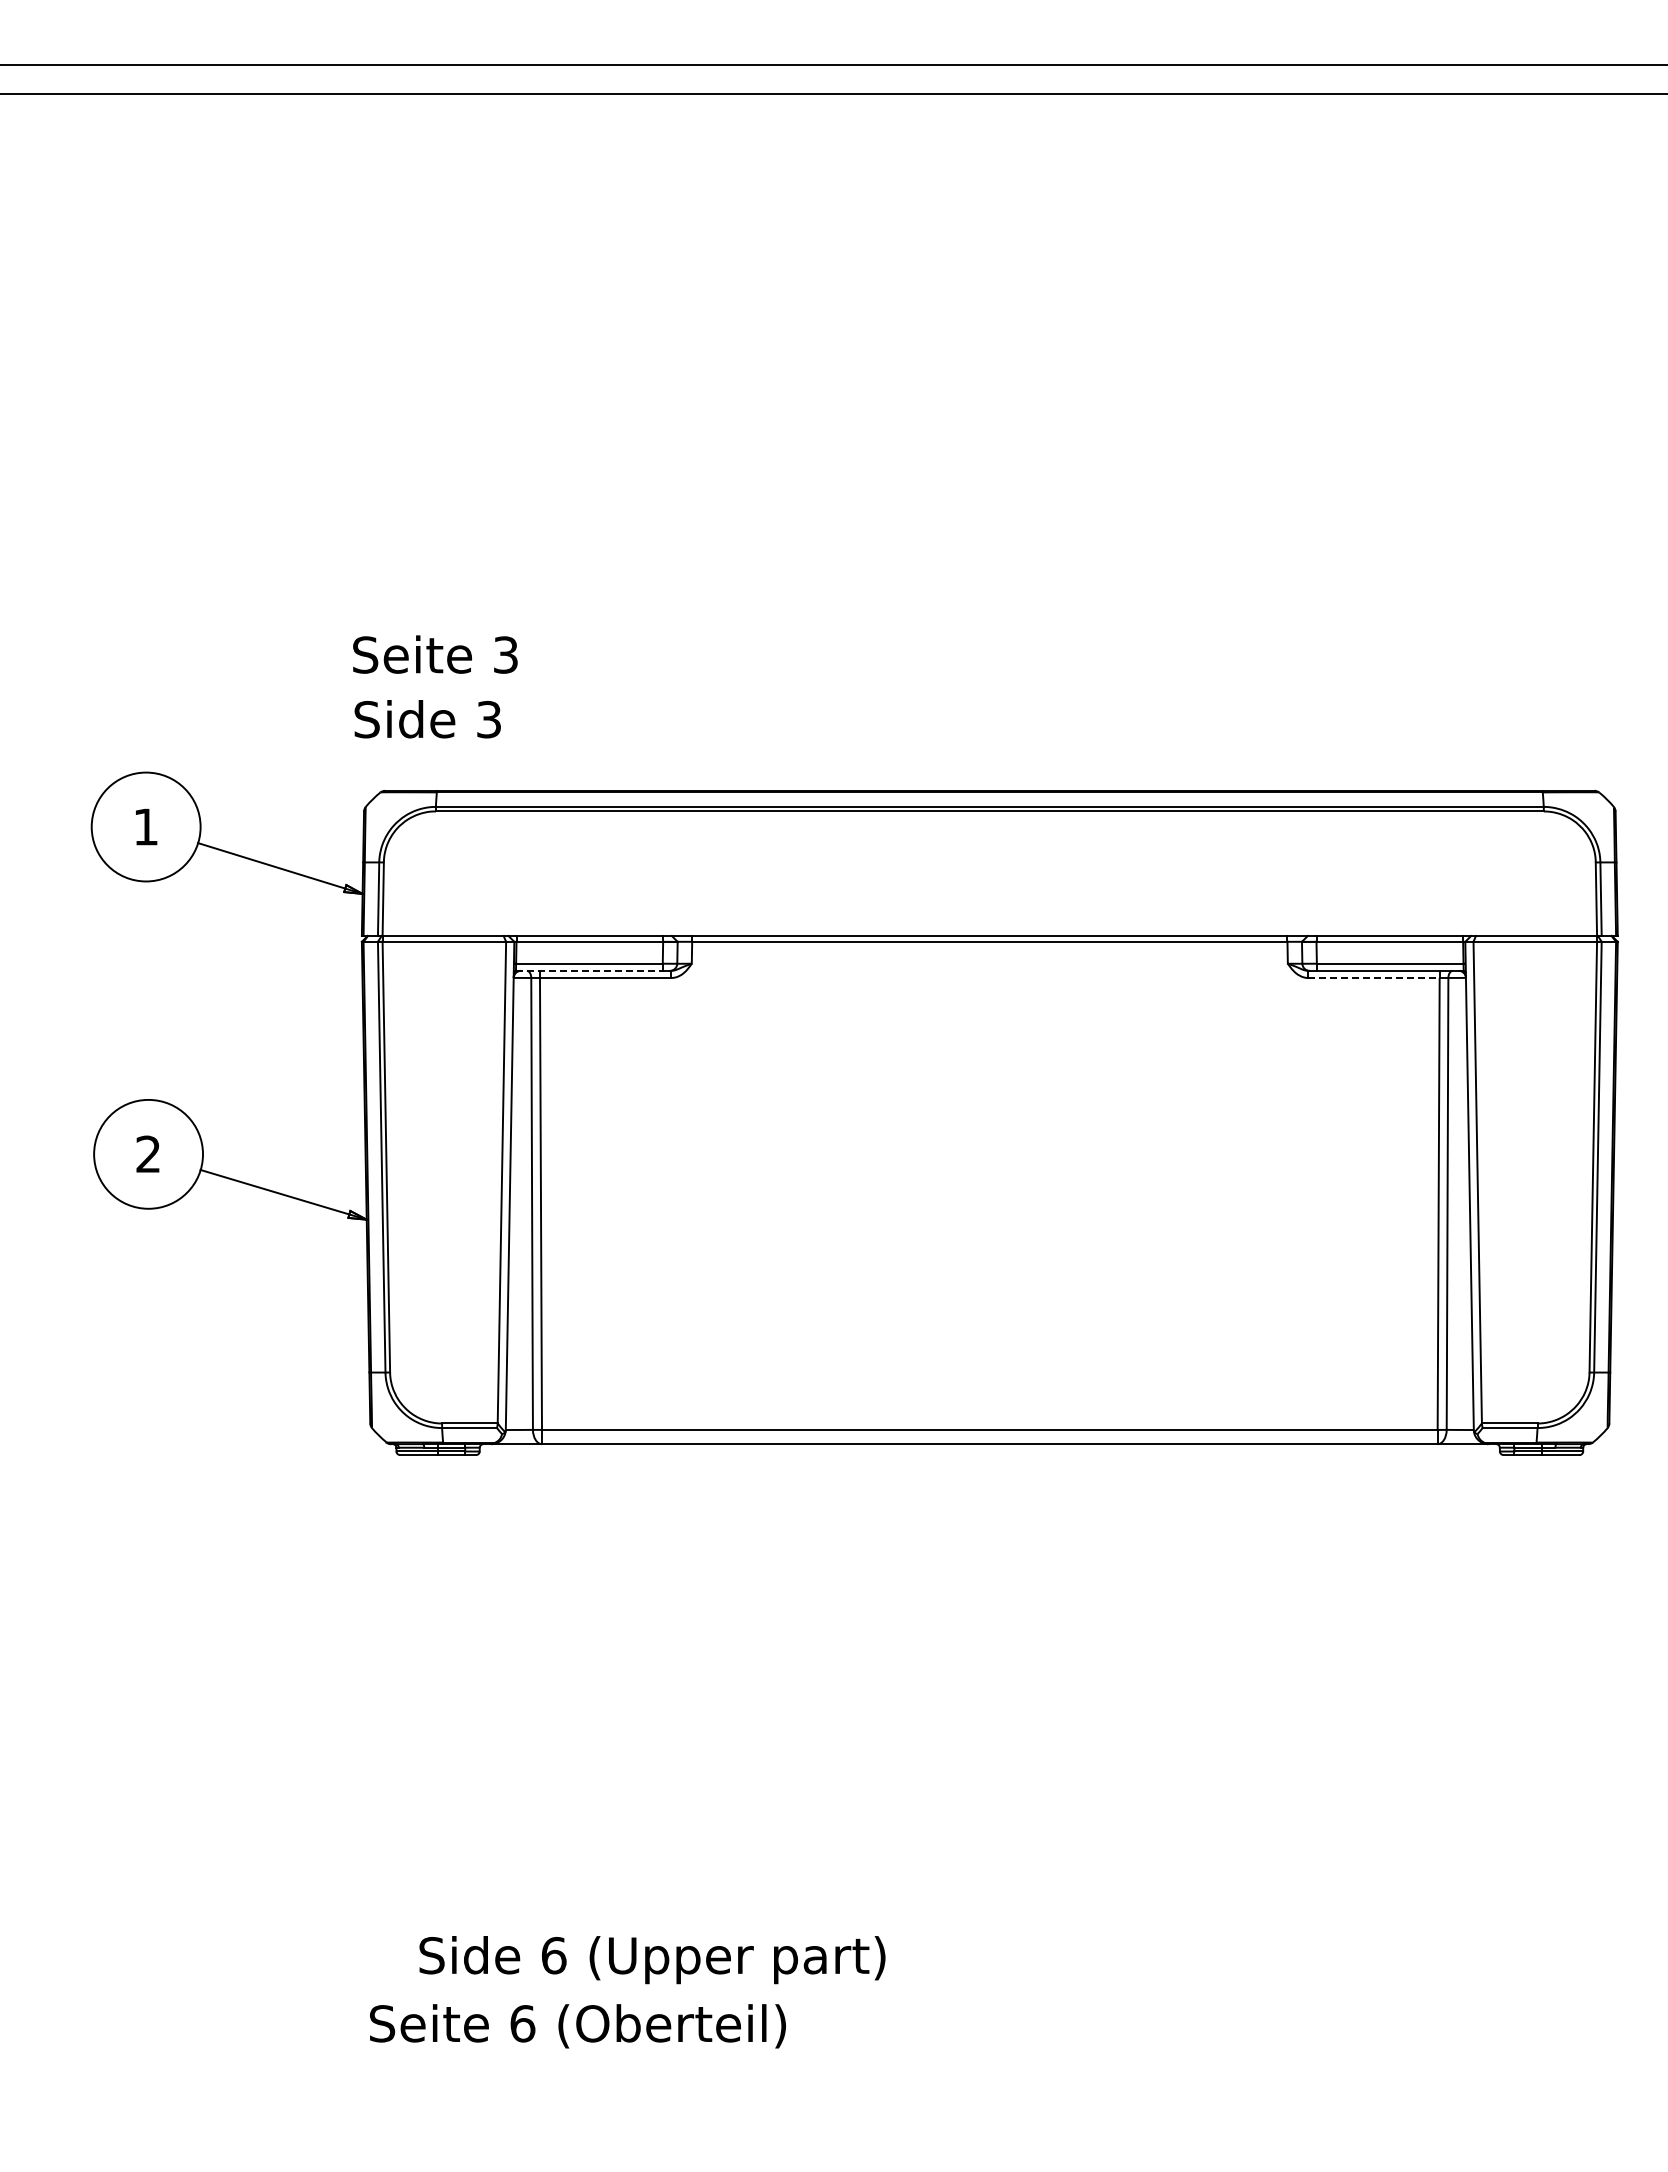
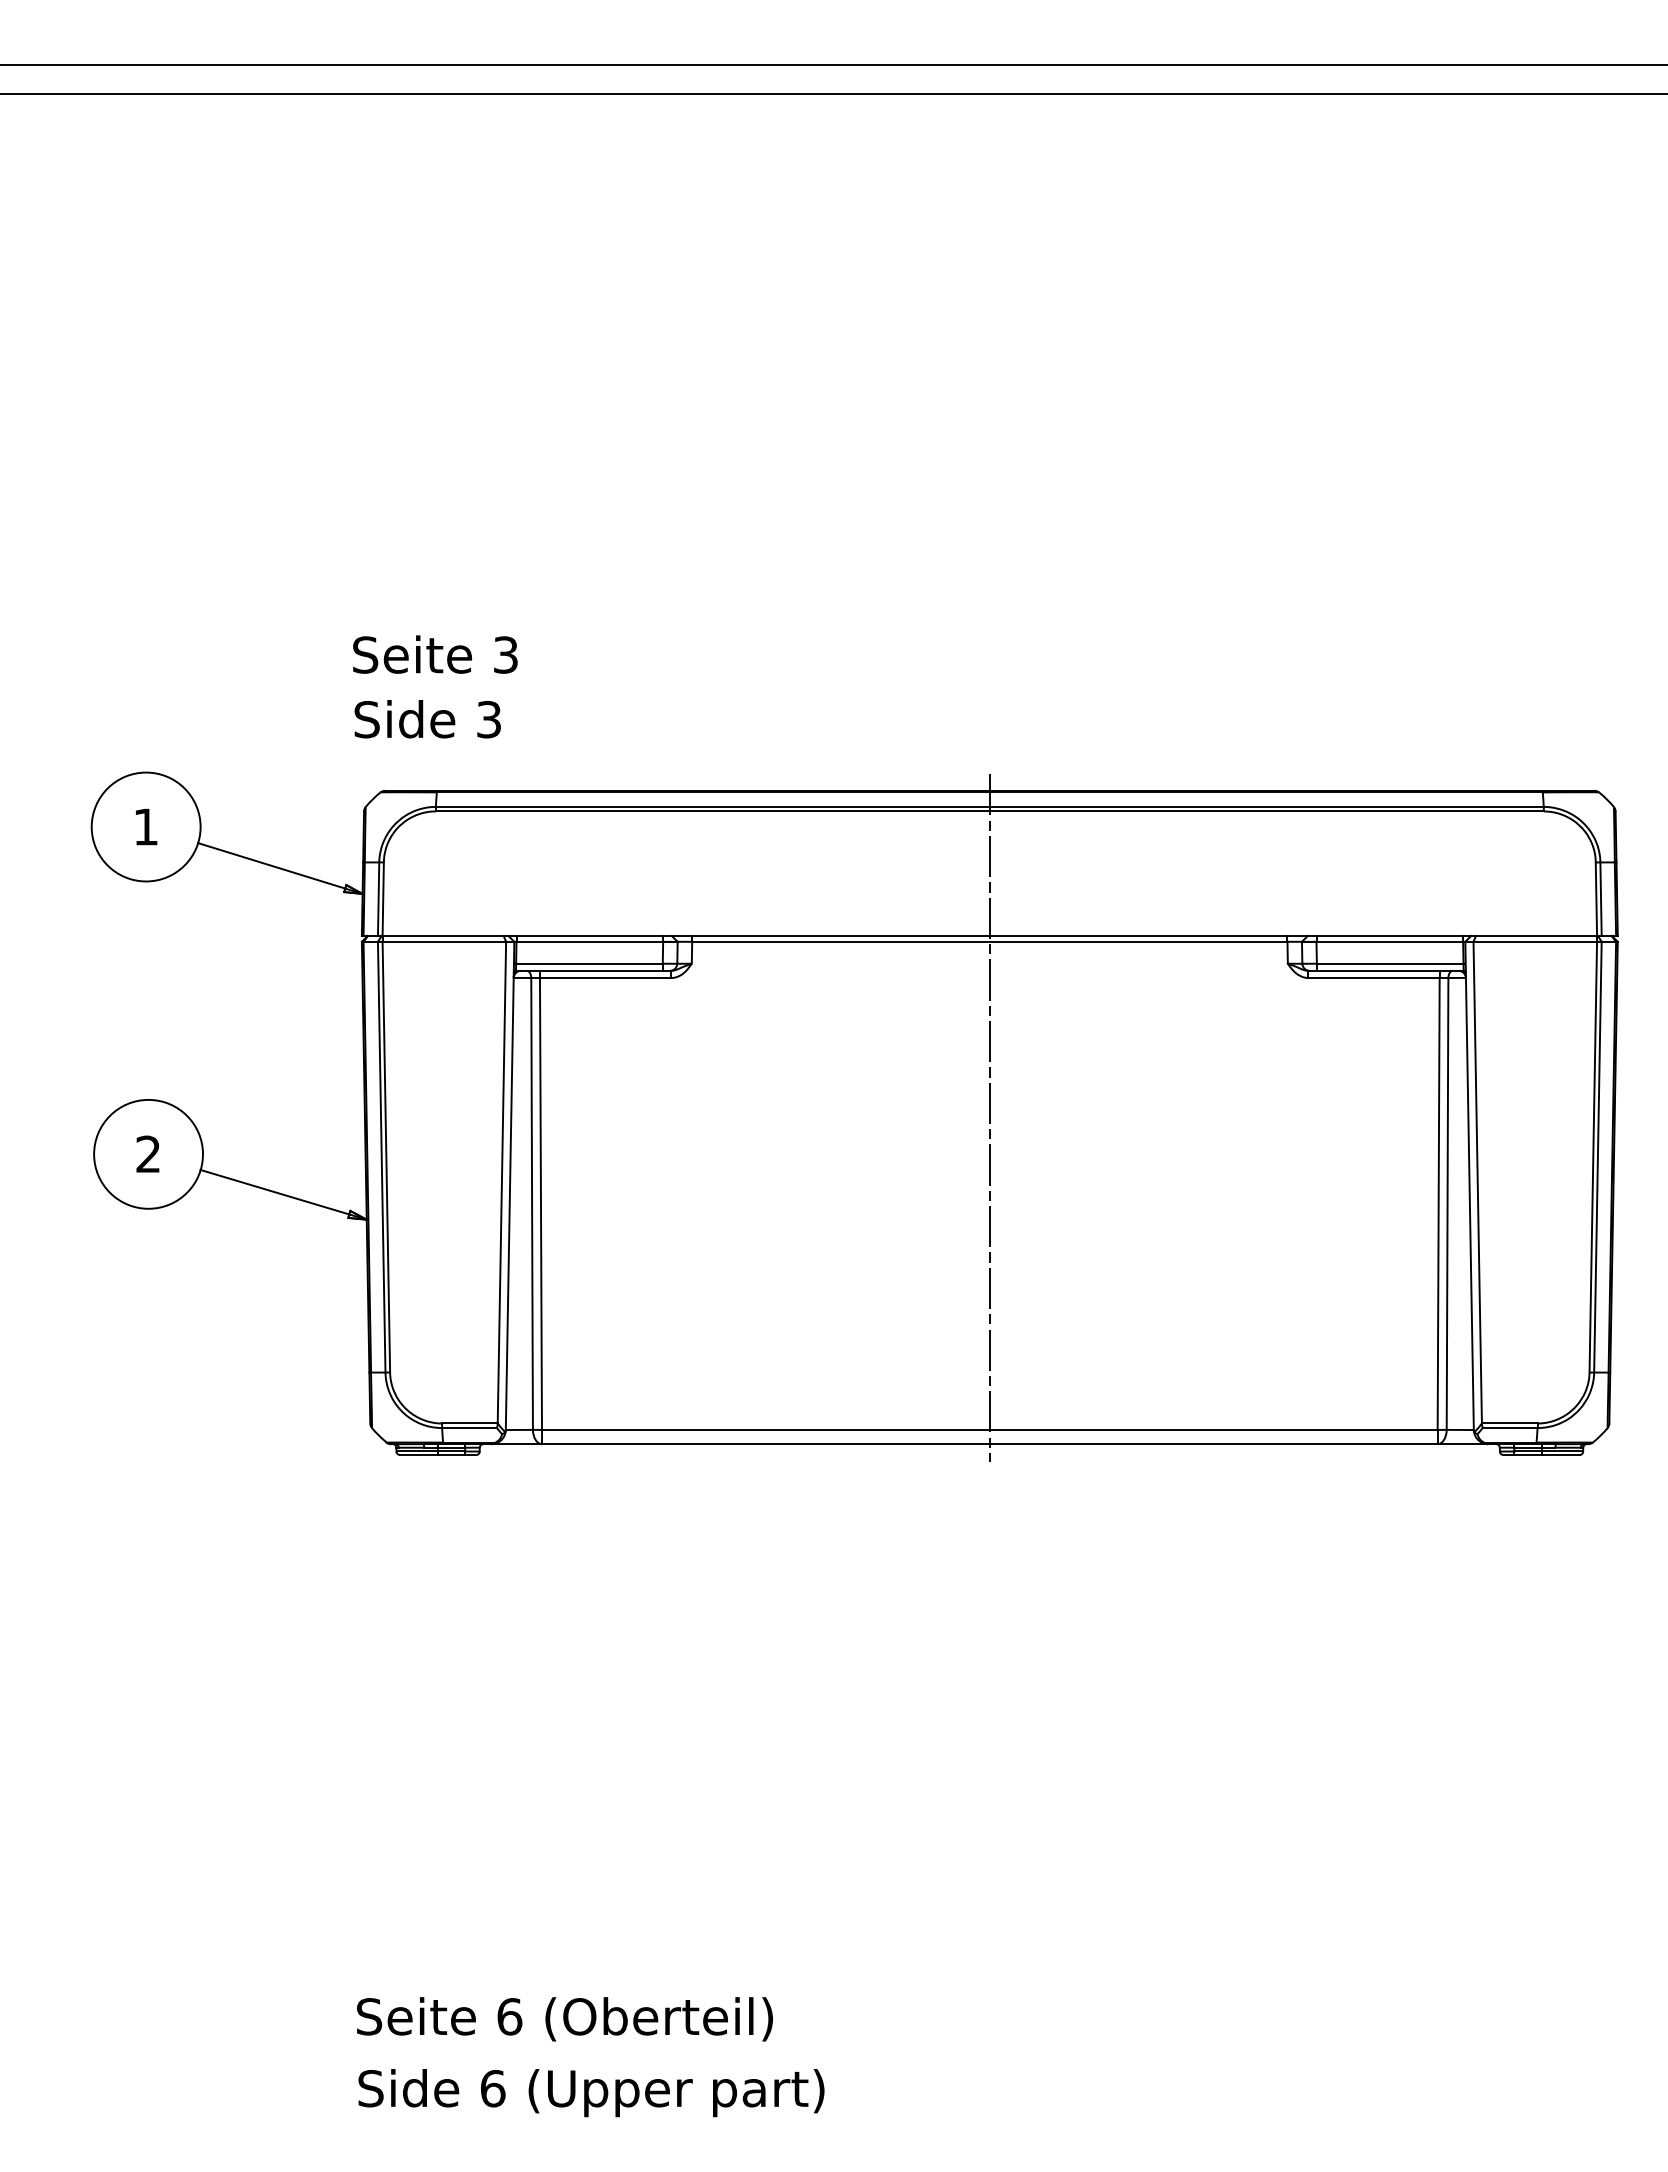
line at (589, 970): dashed -> solid
line at (1373, 977): dashed -> solid
line at (989, 1118): none -> present
text at (652, 1960) position: (652, 1960) -> (591, 2093)
text at (577, 2026) position: (577, 2026) -> (564, 2019)
